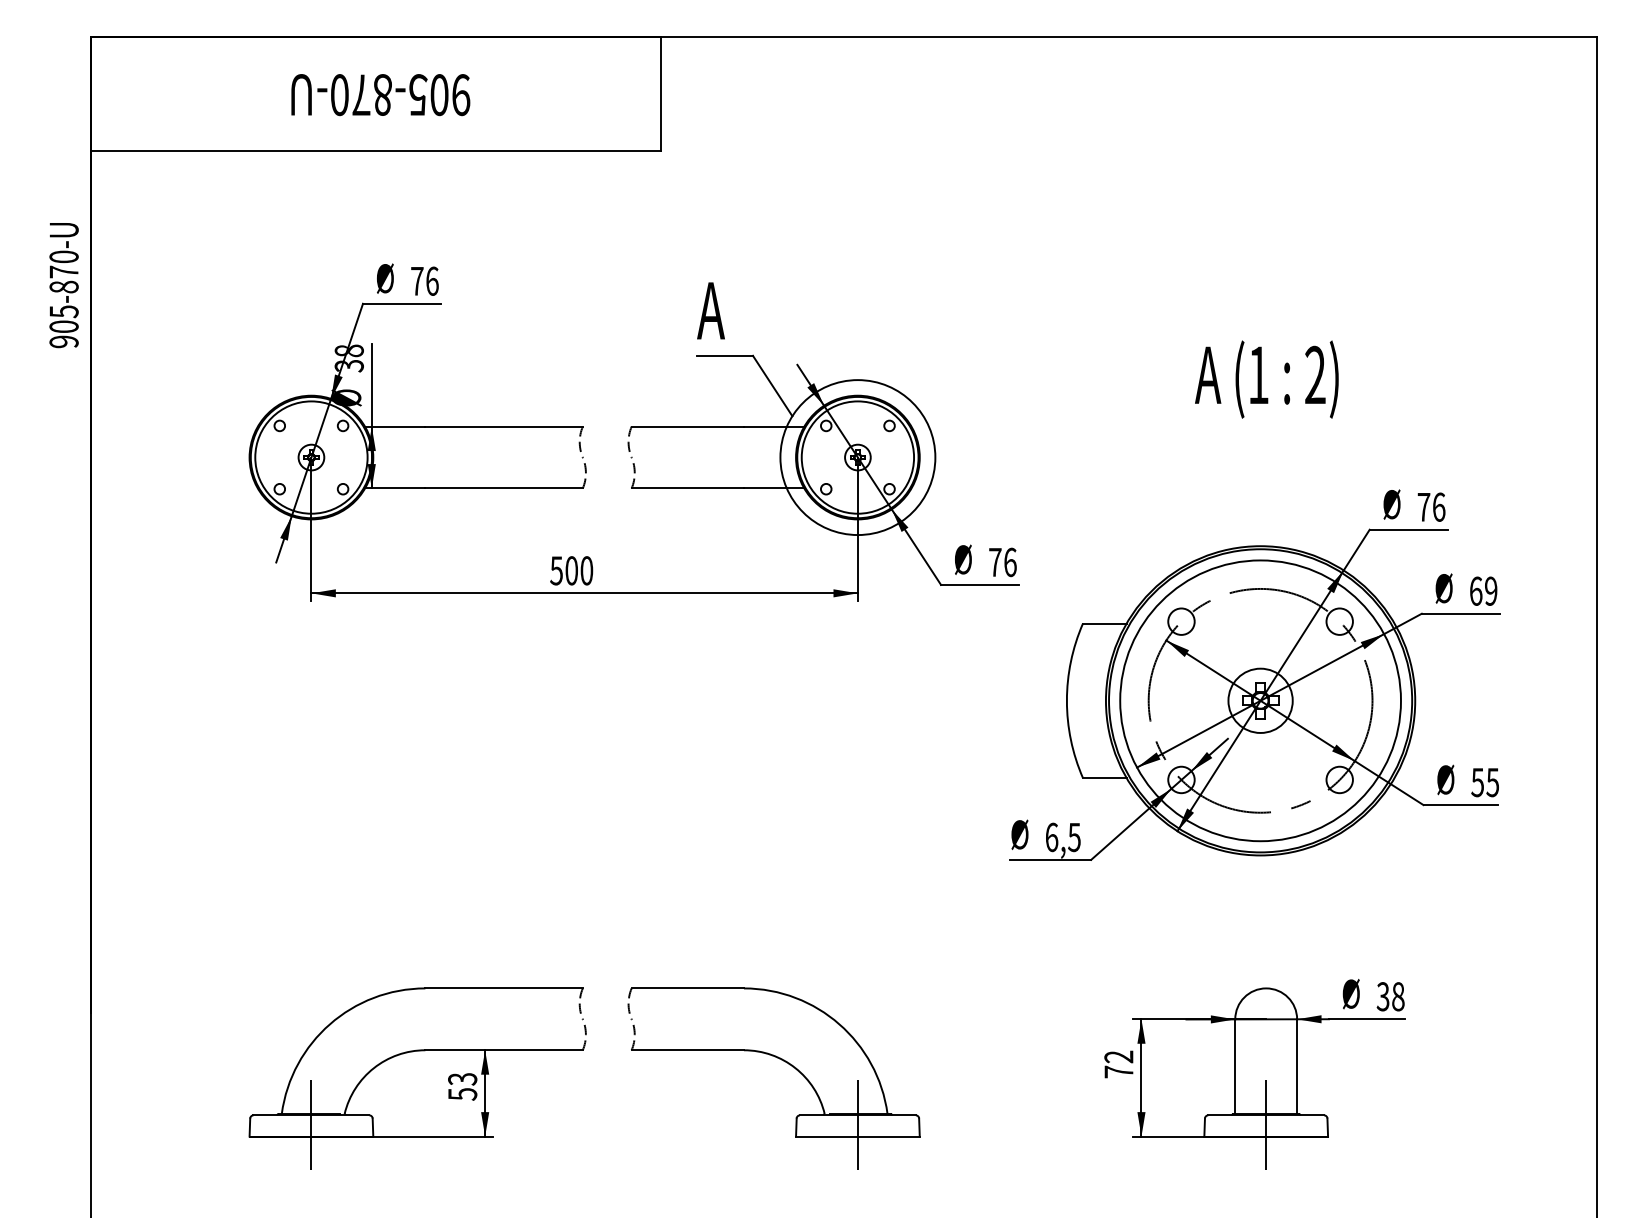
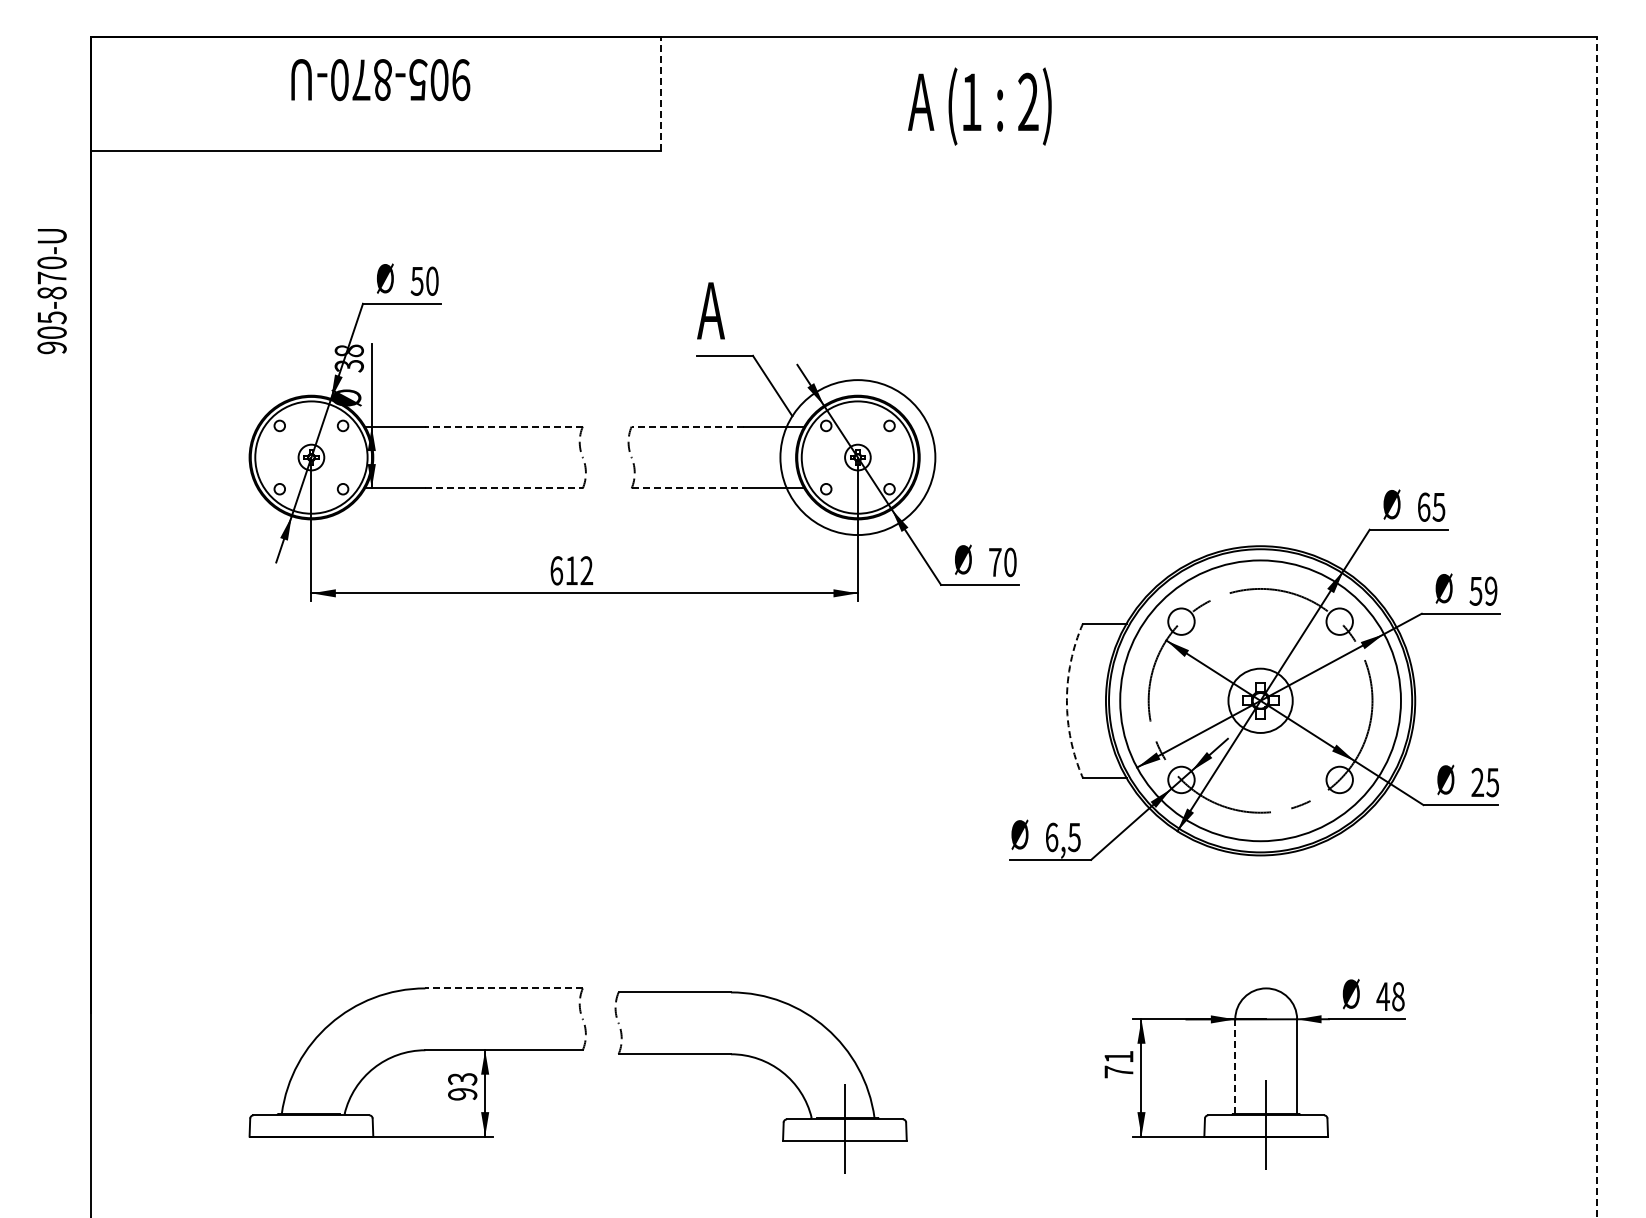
line at (660, 93): solid -> dashed
text at (380, 95) position: (380, 95) -> (380, 80)
text at (424, 280): 76 -> 50
text at (63, 285) position: (63, 285) -> (51, 291)
text at (1266, 379) position: (1266, 379) -> (979, 106)
line at (504, 426): solid -> dashed
line at (687, 426): solid -> dashed
line at (504, 488): solid -> dashed
line at (688, 488): solid -> dashed
text at (1431, 506): 76 -> 65
text at (1010, 561): 76 -> 70
text at (571, 570): 500 -> 612
text at (1475, 590): 69 -> 59
line at (1596, 626): solid -> dashed
arc at (1066, 700): solid -> dashed
text at (1477, 782): 55 -> 25
line at (504, 988): solid -> dashed
text at (1382, 996): 38 -> 48
text at (1118, 1056): 72 -> 71
part at (781, 1060) position: (781, 1060) -> (768, 1064)
line at (1235, 1067): solid -> dashed
text at (462, 1094): 53 -> 93
line at (311, 1124): present -> none
